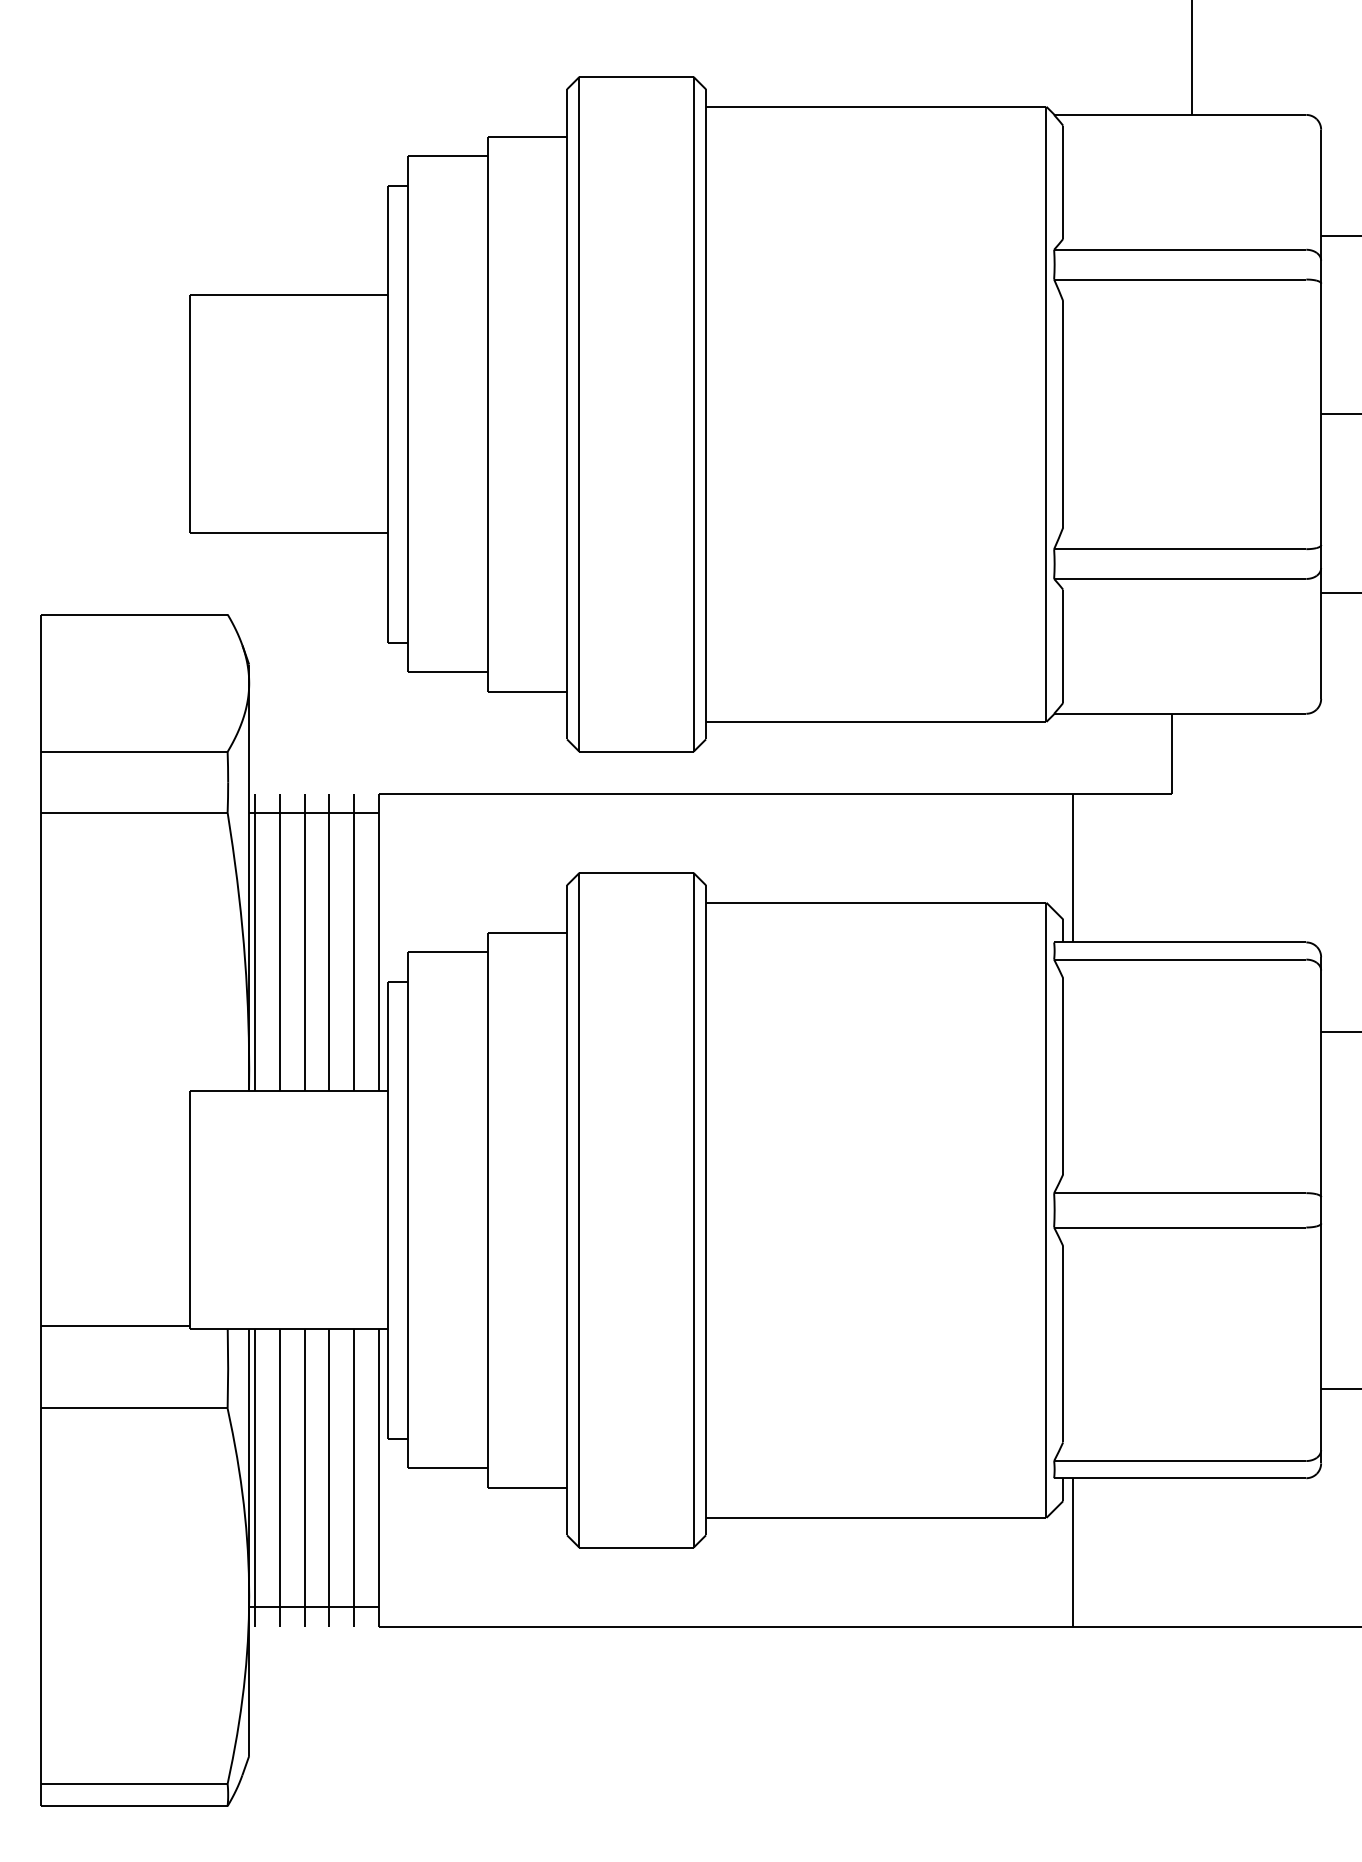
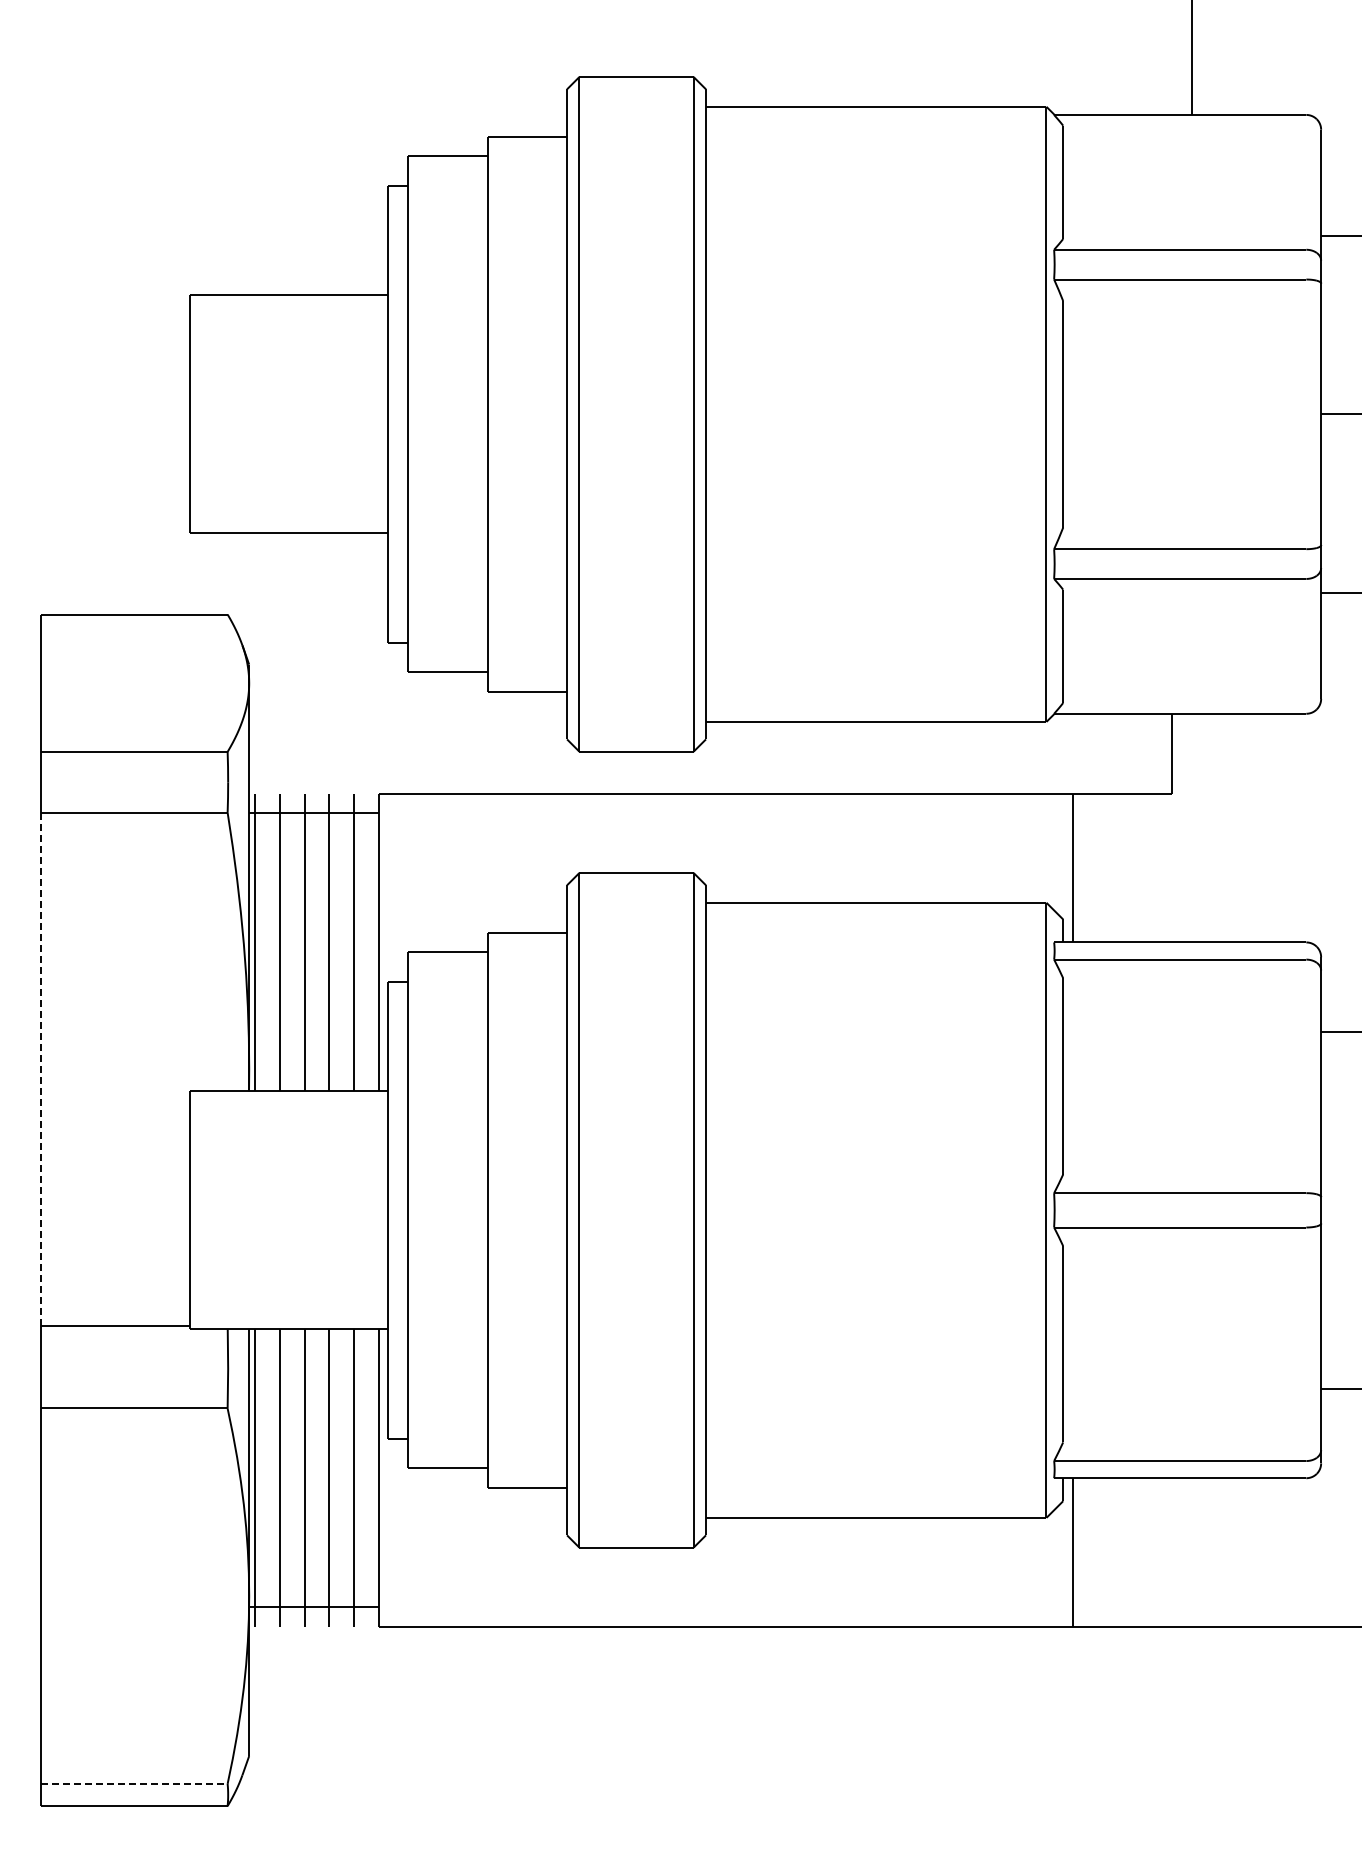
line at (40, 1068): solid -> dashed
line at (134, 1783): solid -> dashed
